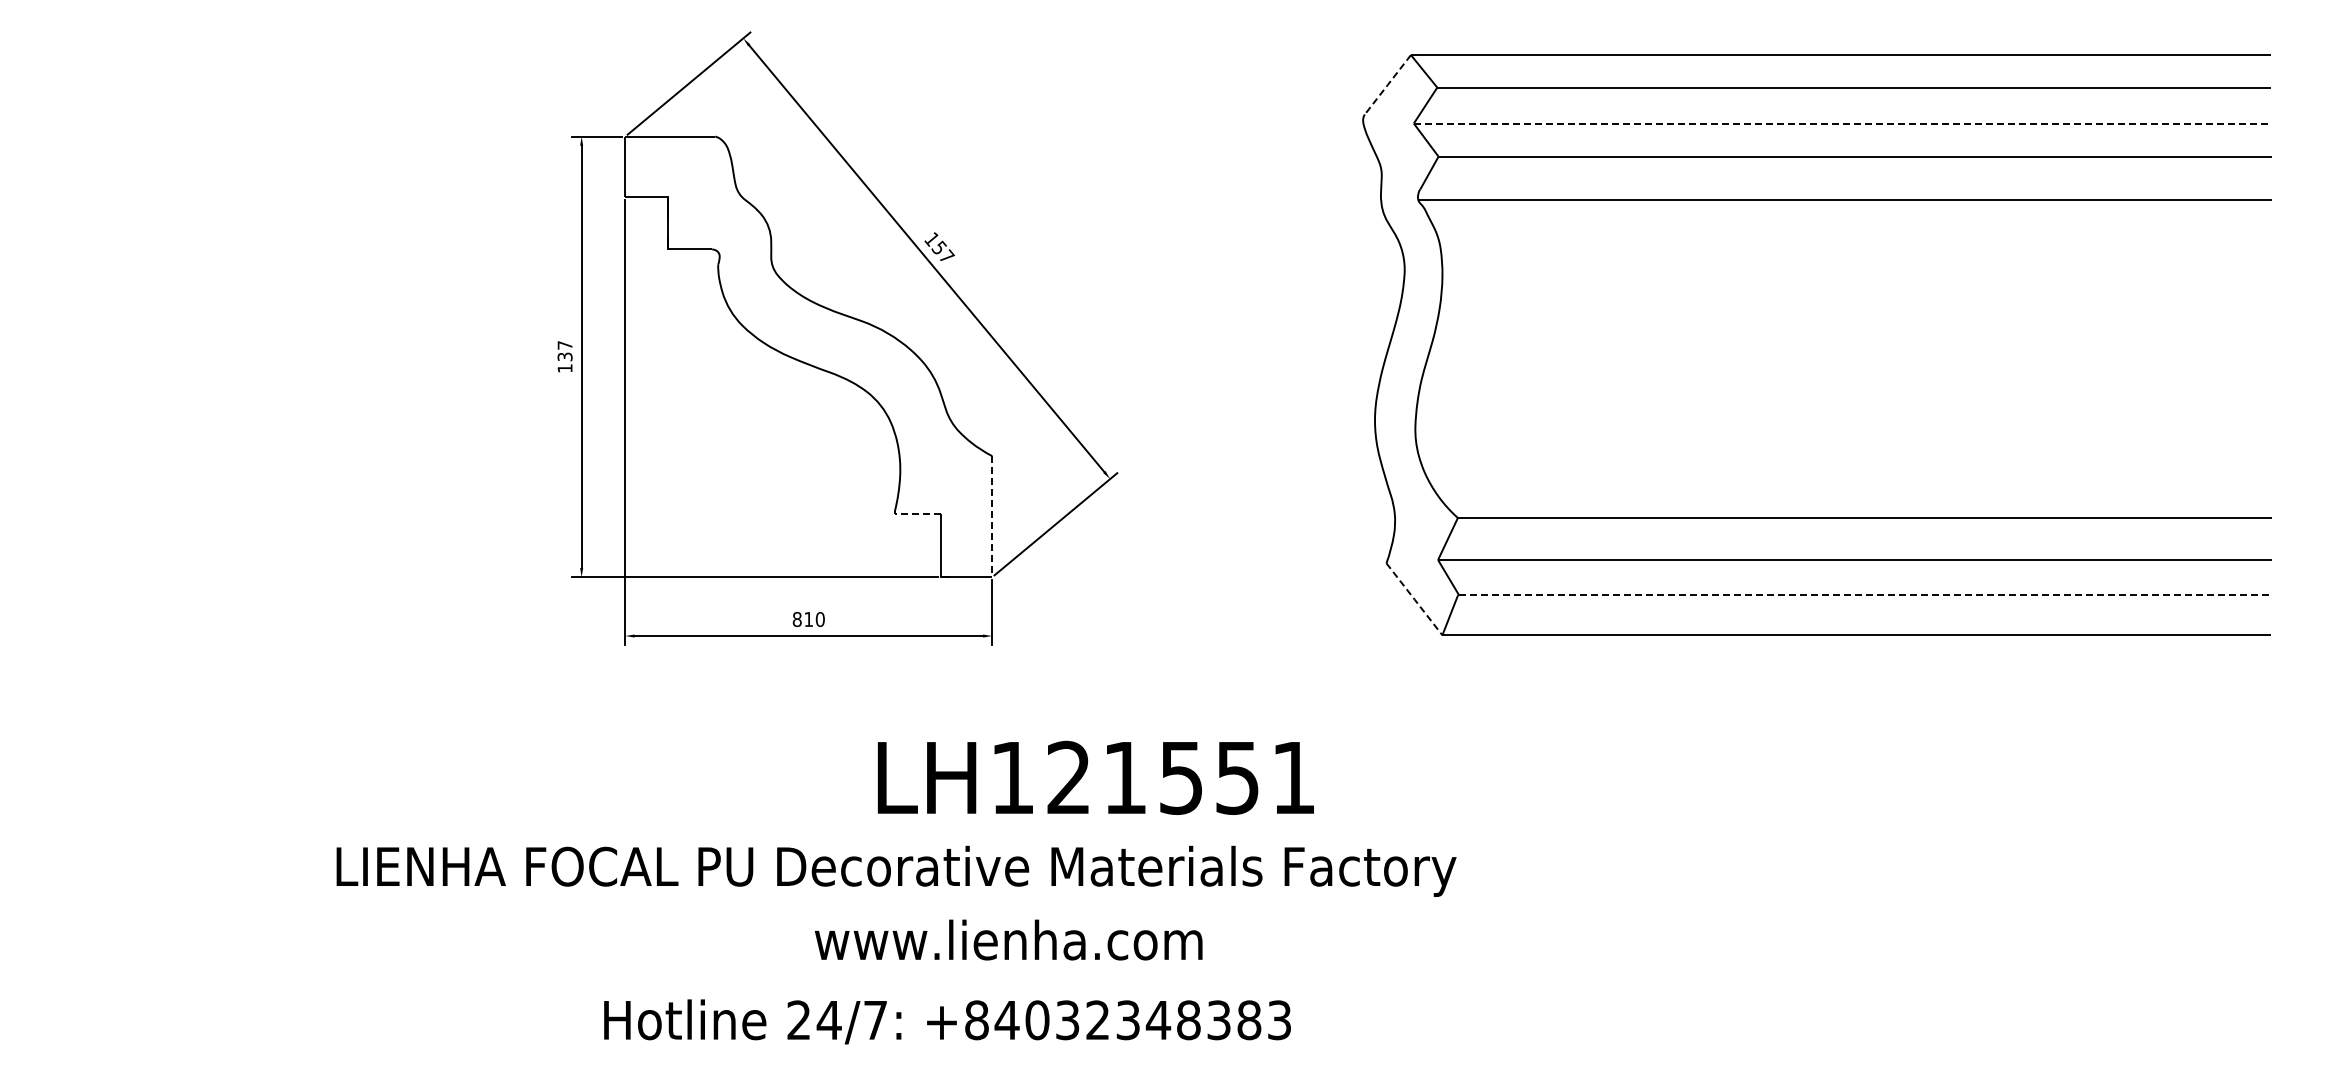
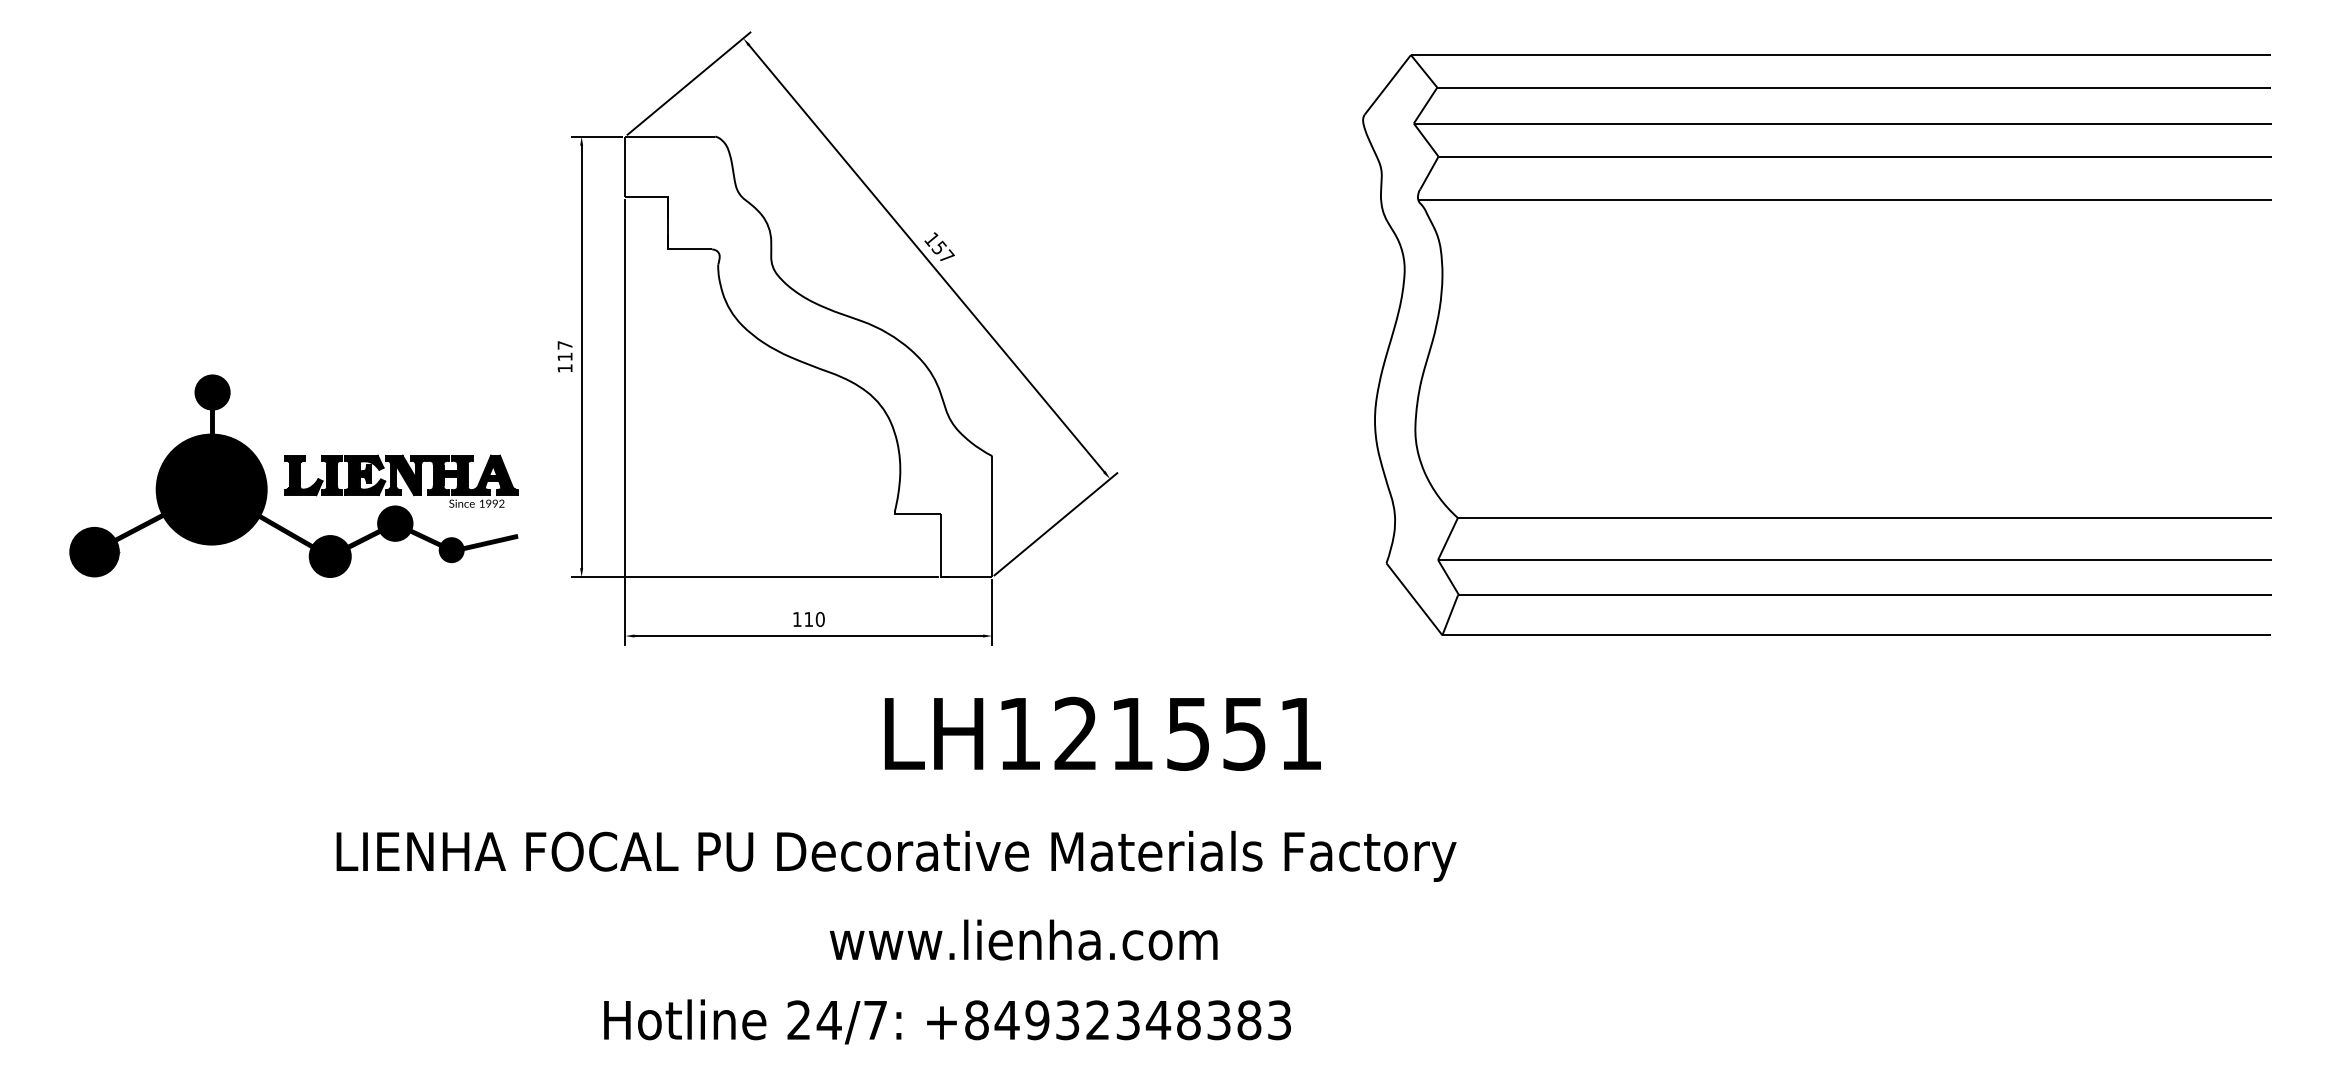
line at (1387, 84): dashed -> solid
line at (1842, 123): dashed -> solid
text at (564, 356): 137 -> 117
part at (293, 475): none -> present
line at (915, 513): dashed -> solid
line at (992, 516): dashed -> solid
line at (1865, 594): dashed -> solid
line at (1414, 599): dashed -> solid
text at (796, 619): 810 -> 110
text at (1095, 777) position: (1095, 777) -> (1102, 733)
text at (896, 870) position: (896, 870) -> (896, 855)
text at (1008, 939) position: (1008, 939) -> (1023, 939)
text at (1037, 1020): +84032348383 -> +84932348383
